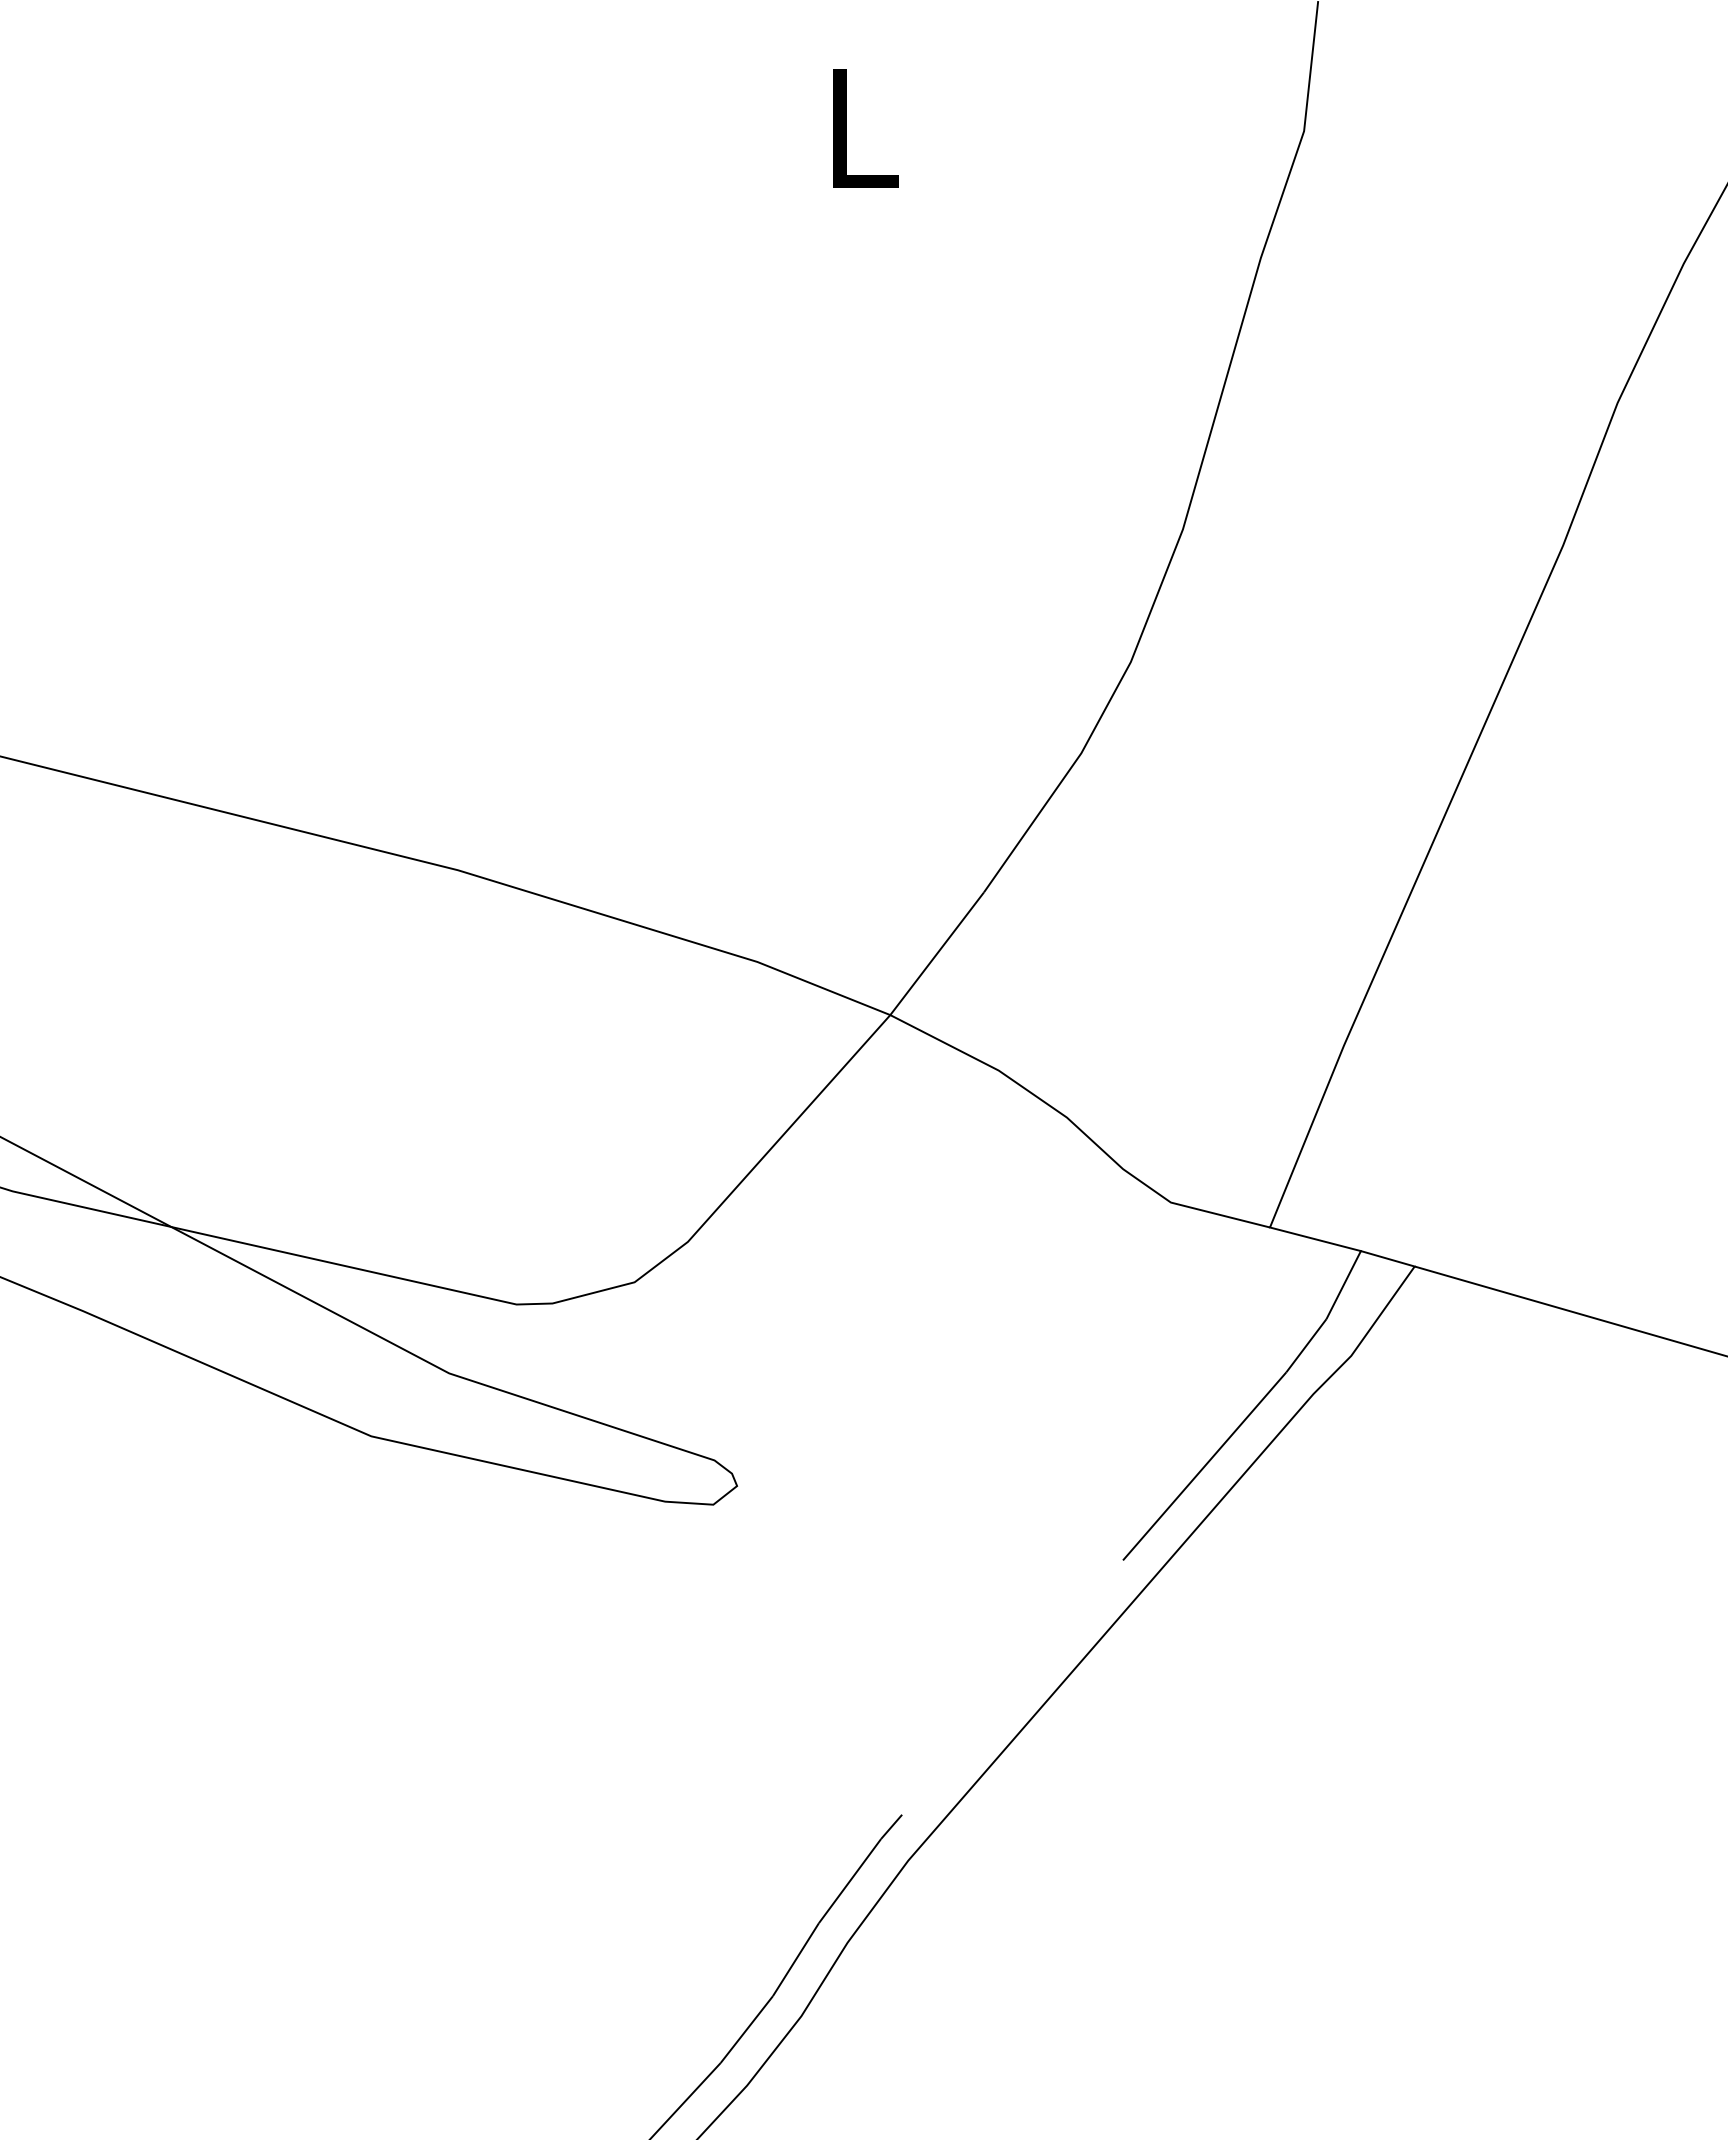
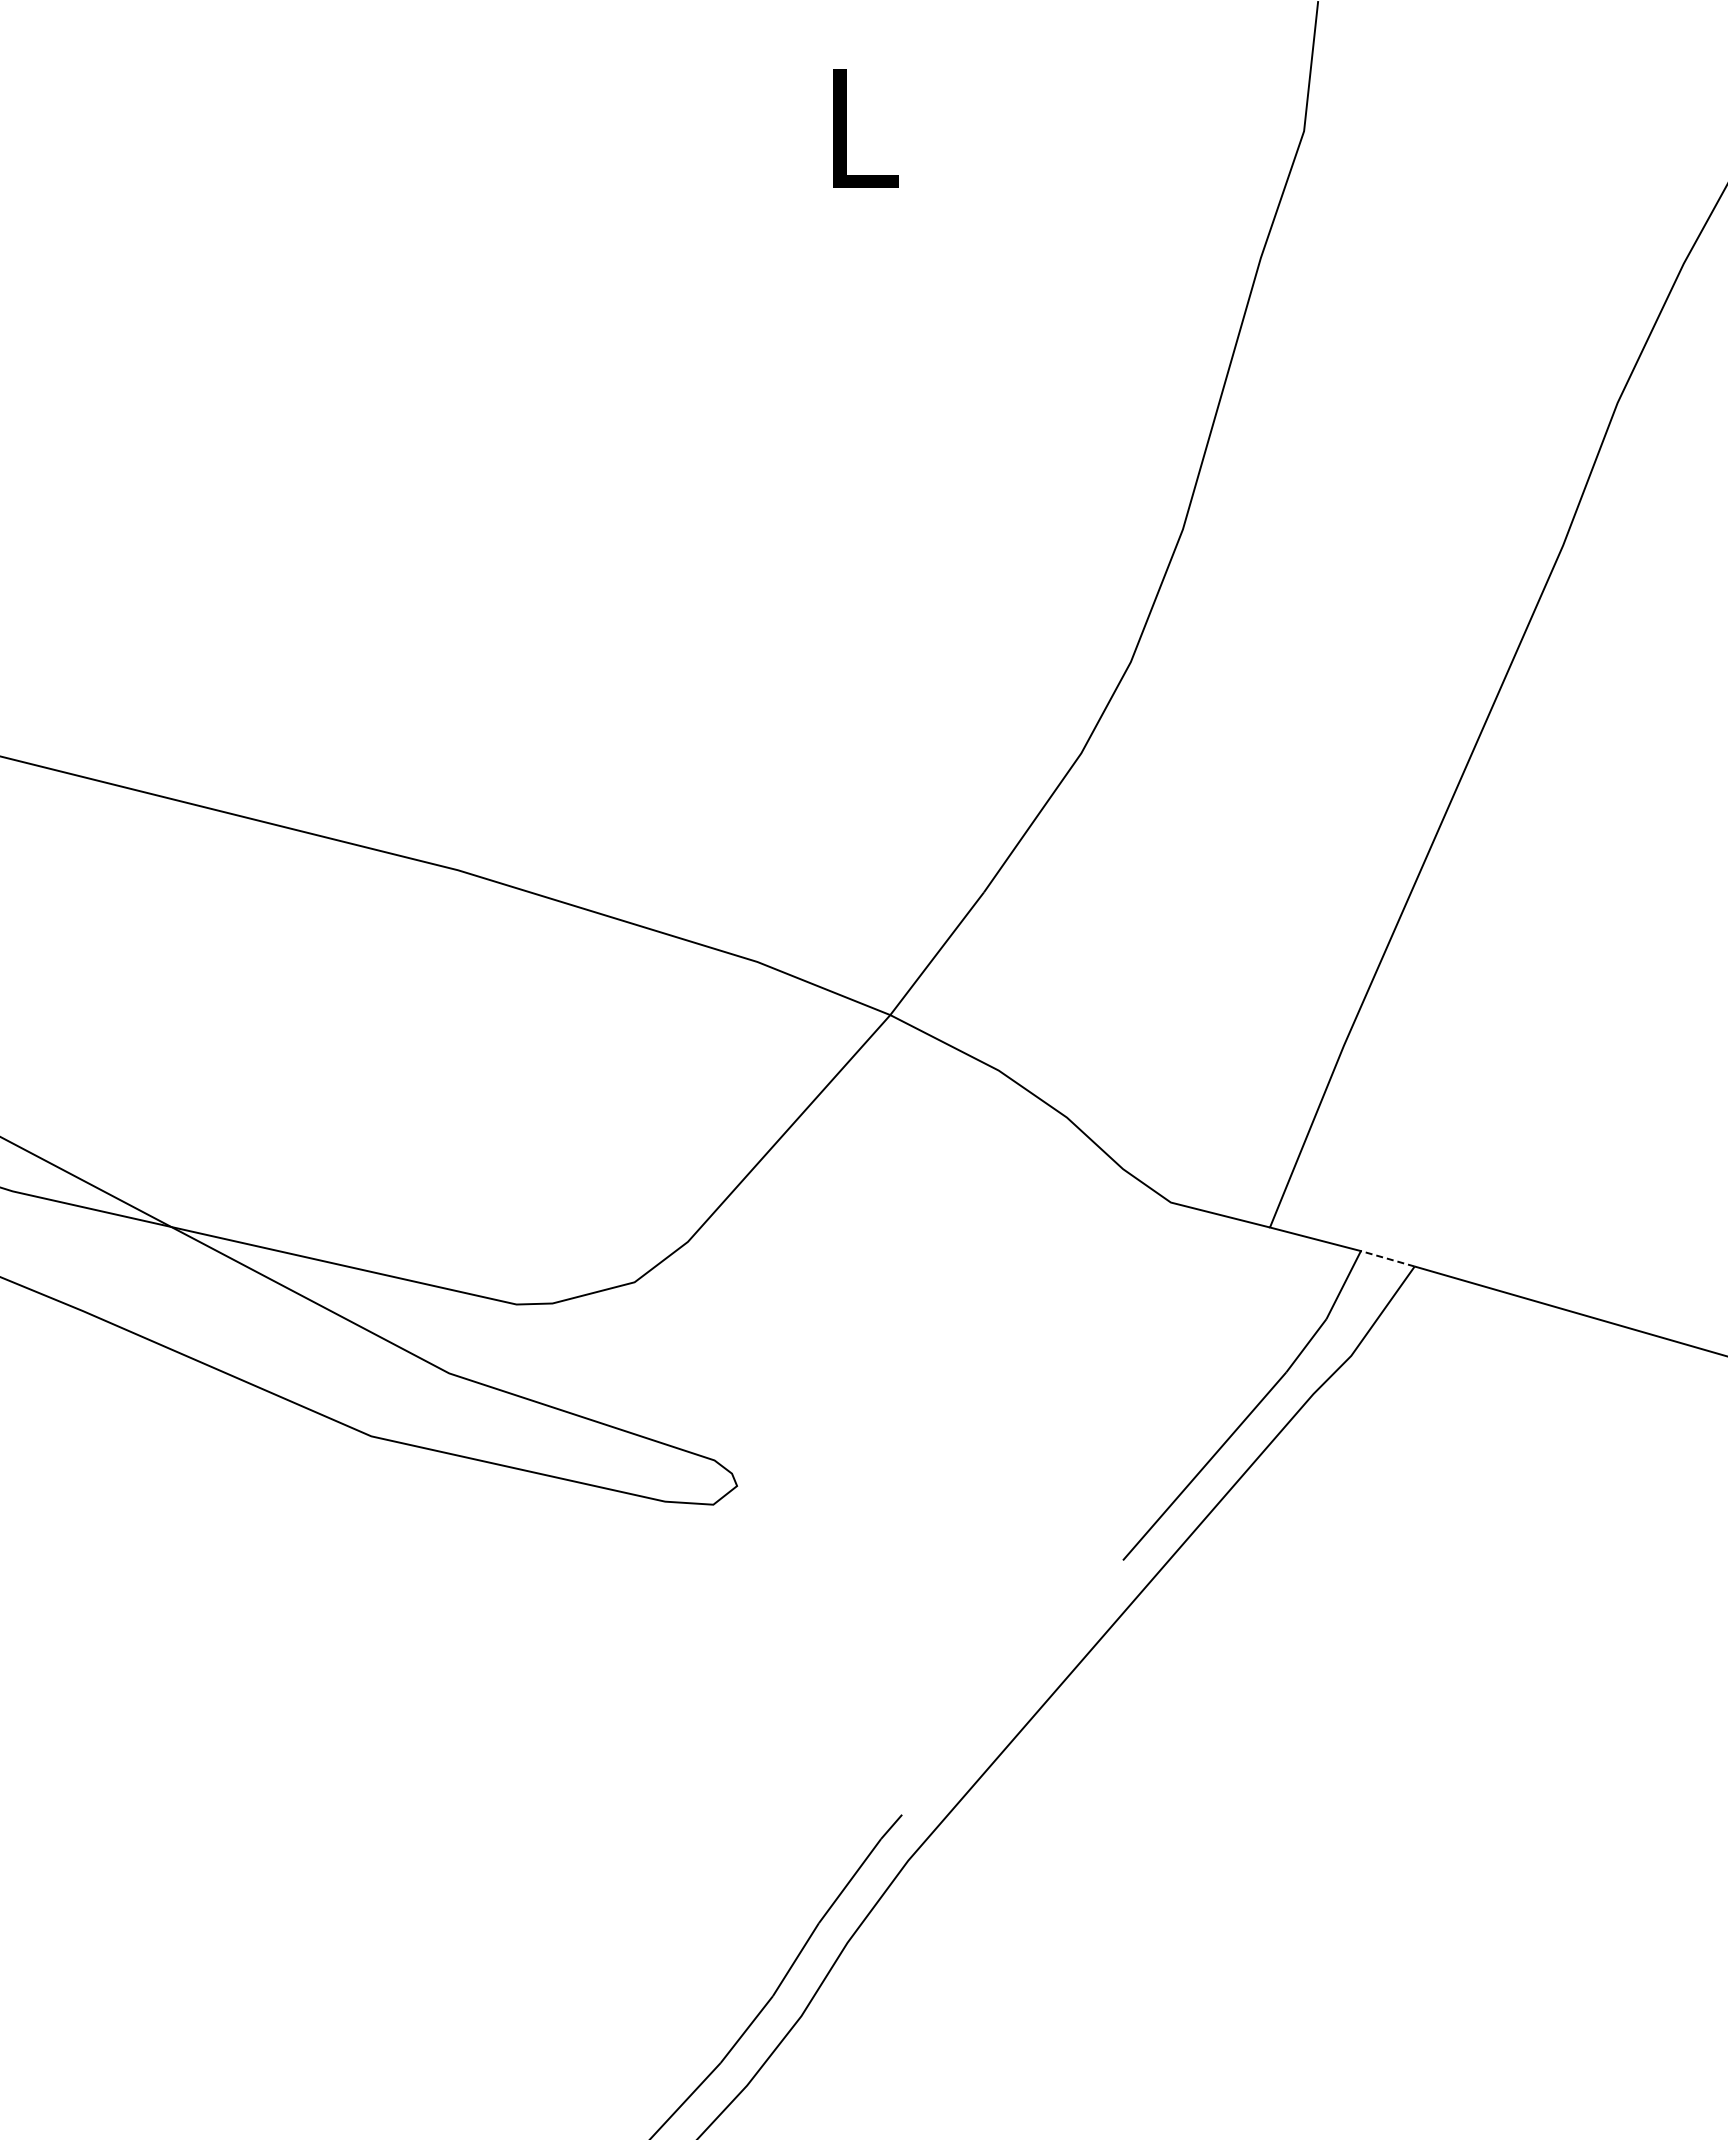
line at (1387, 1258): solid -> dashed
